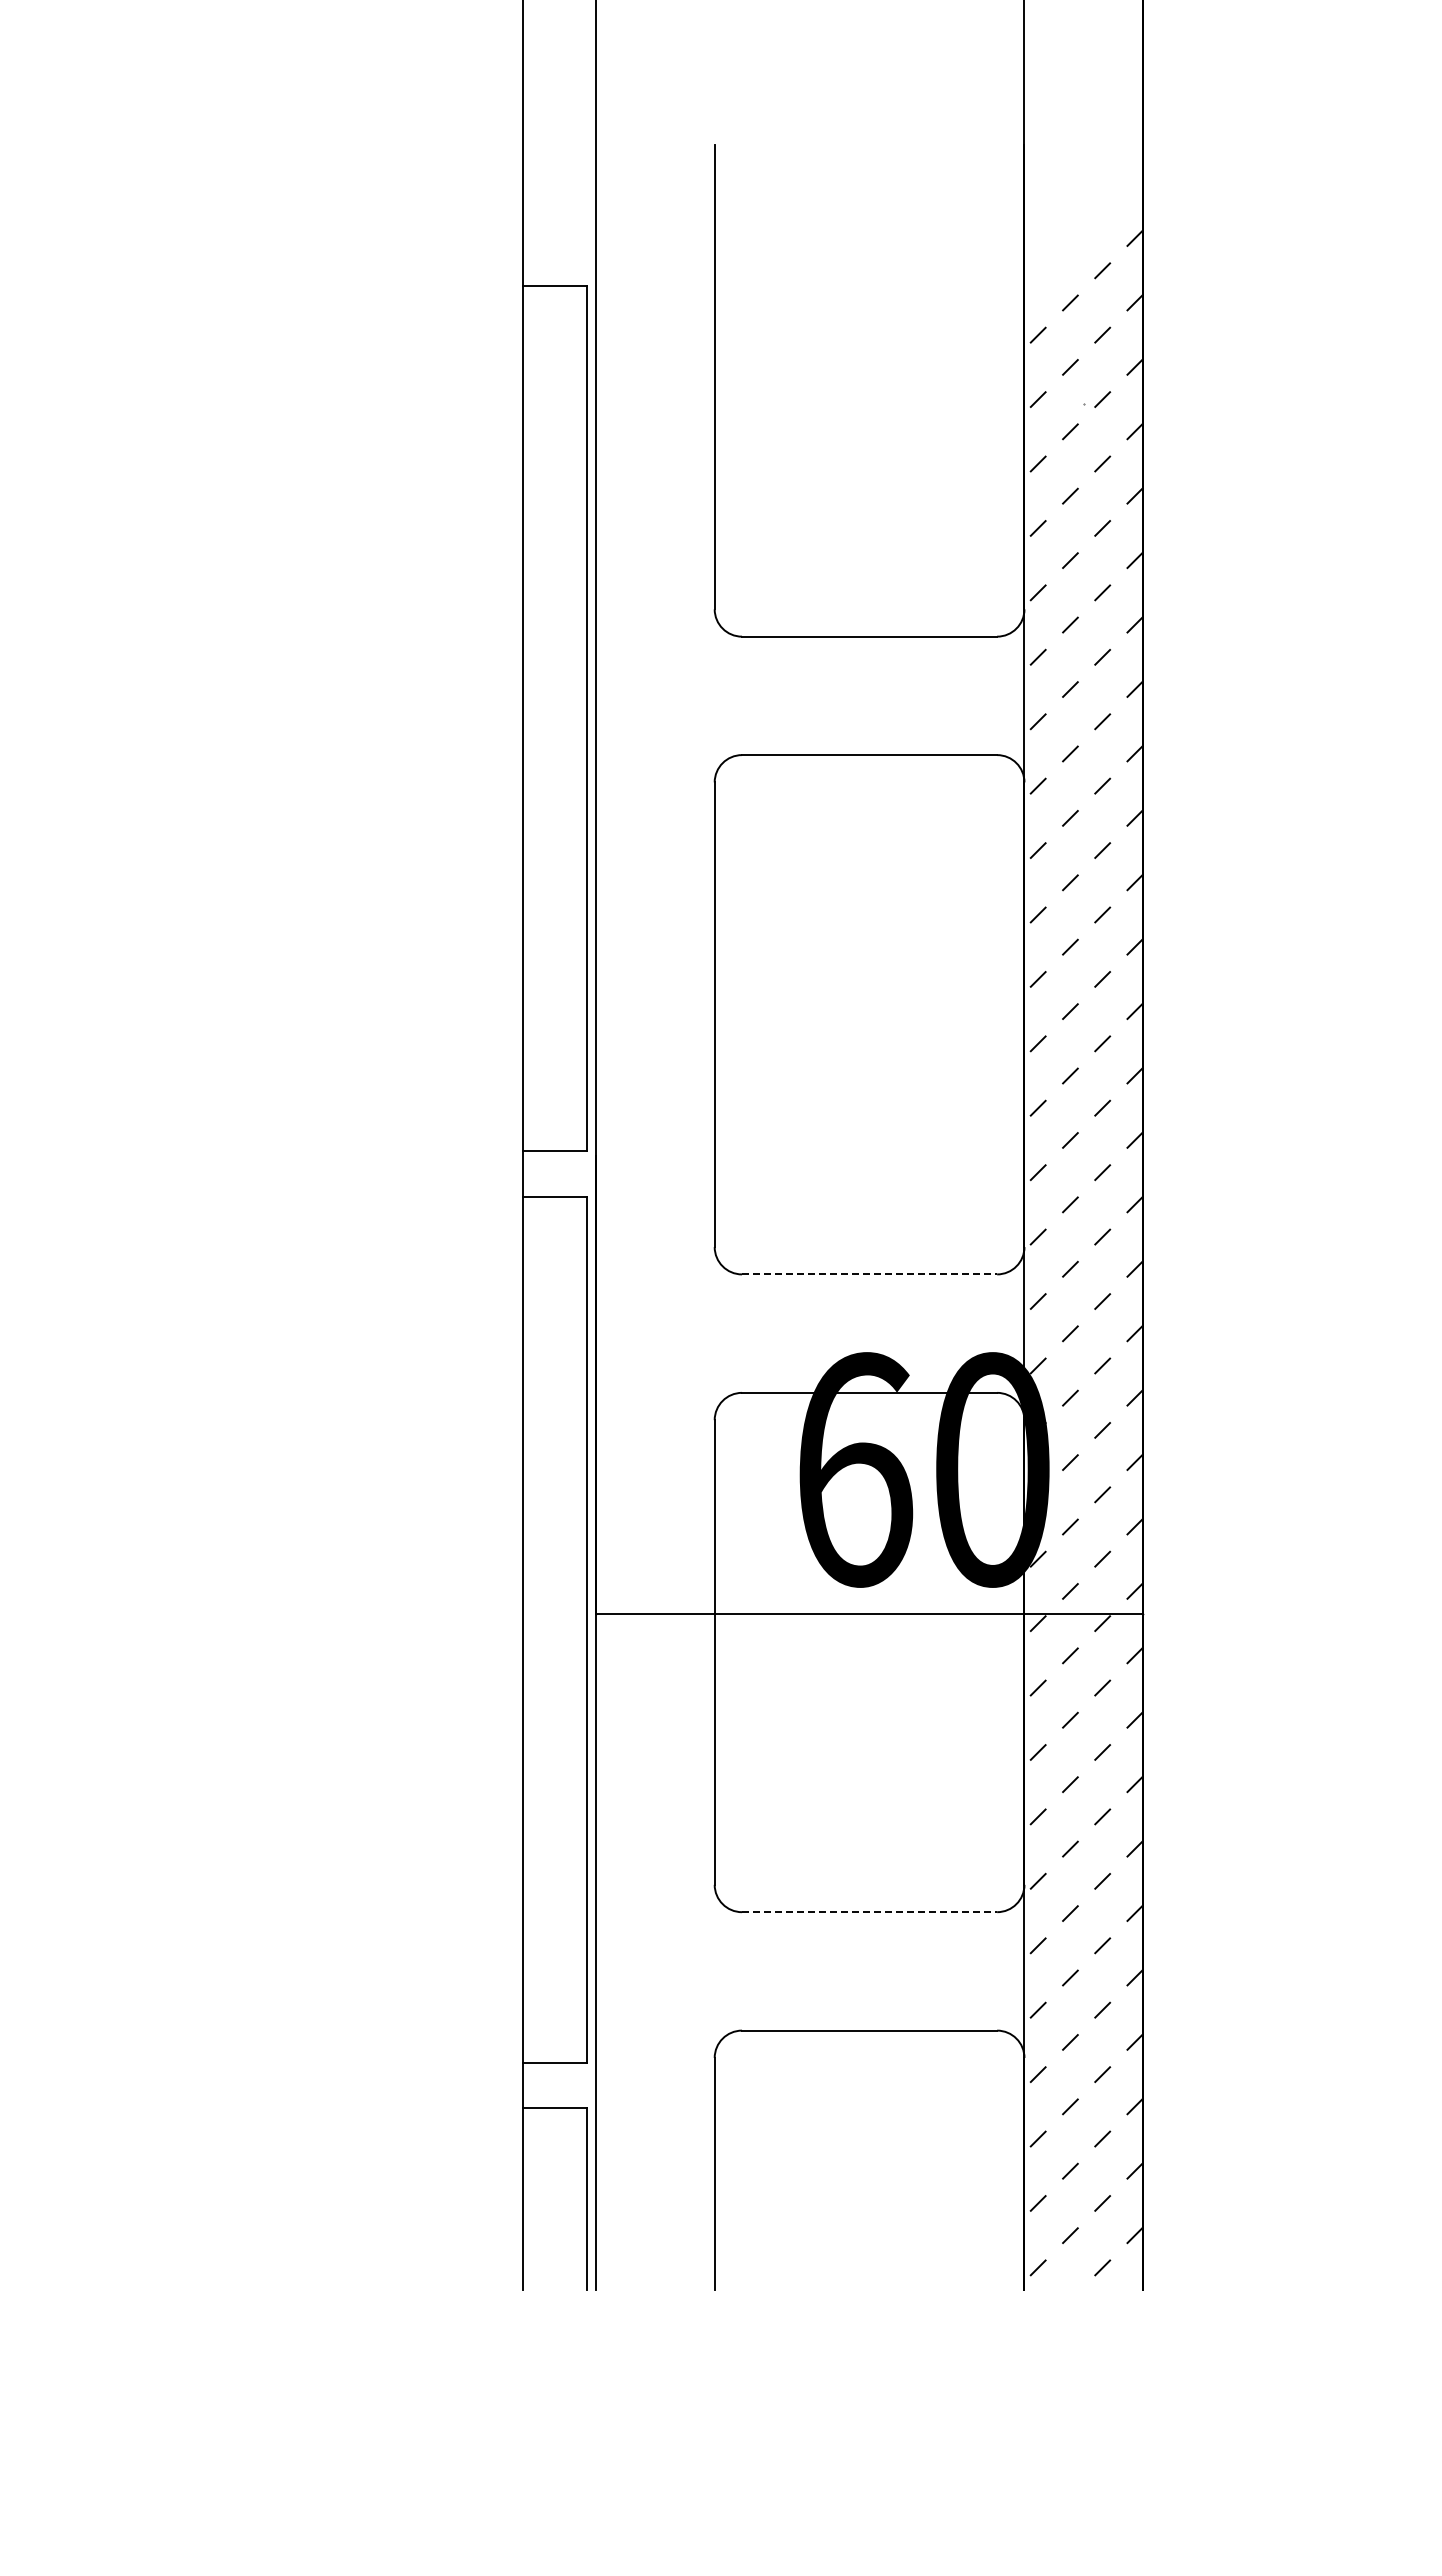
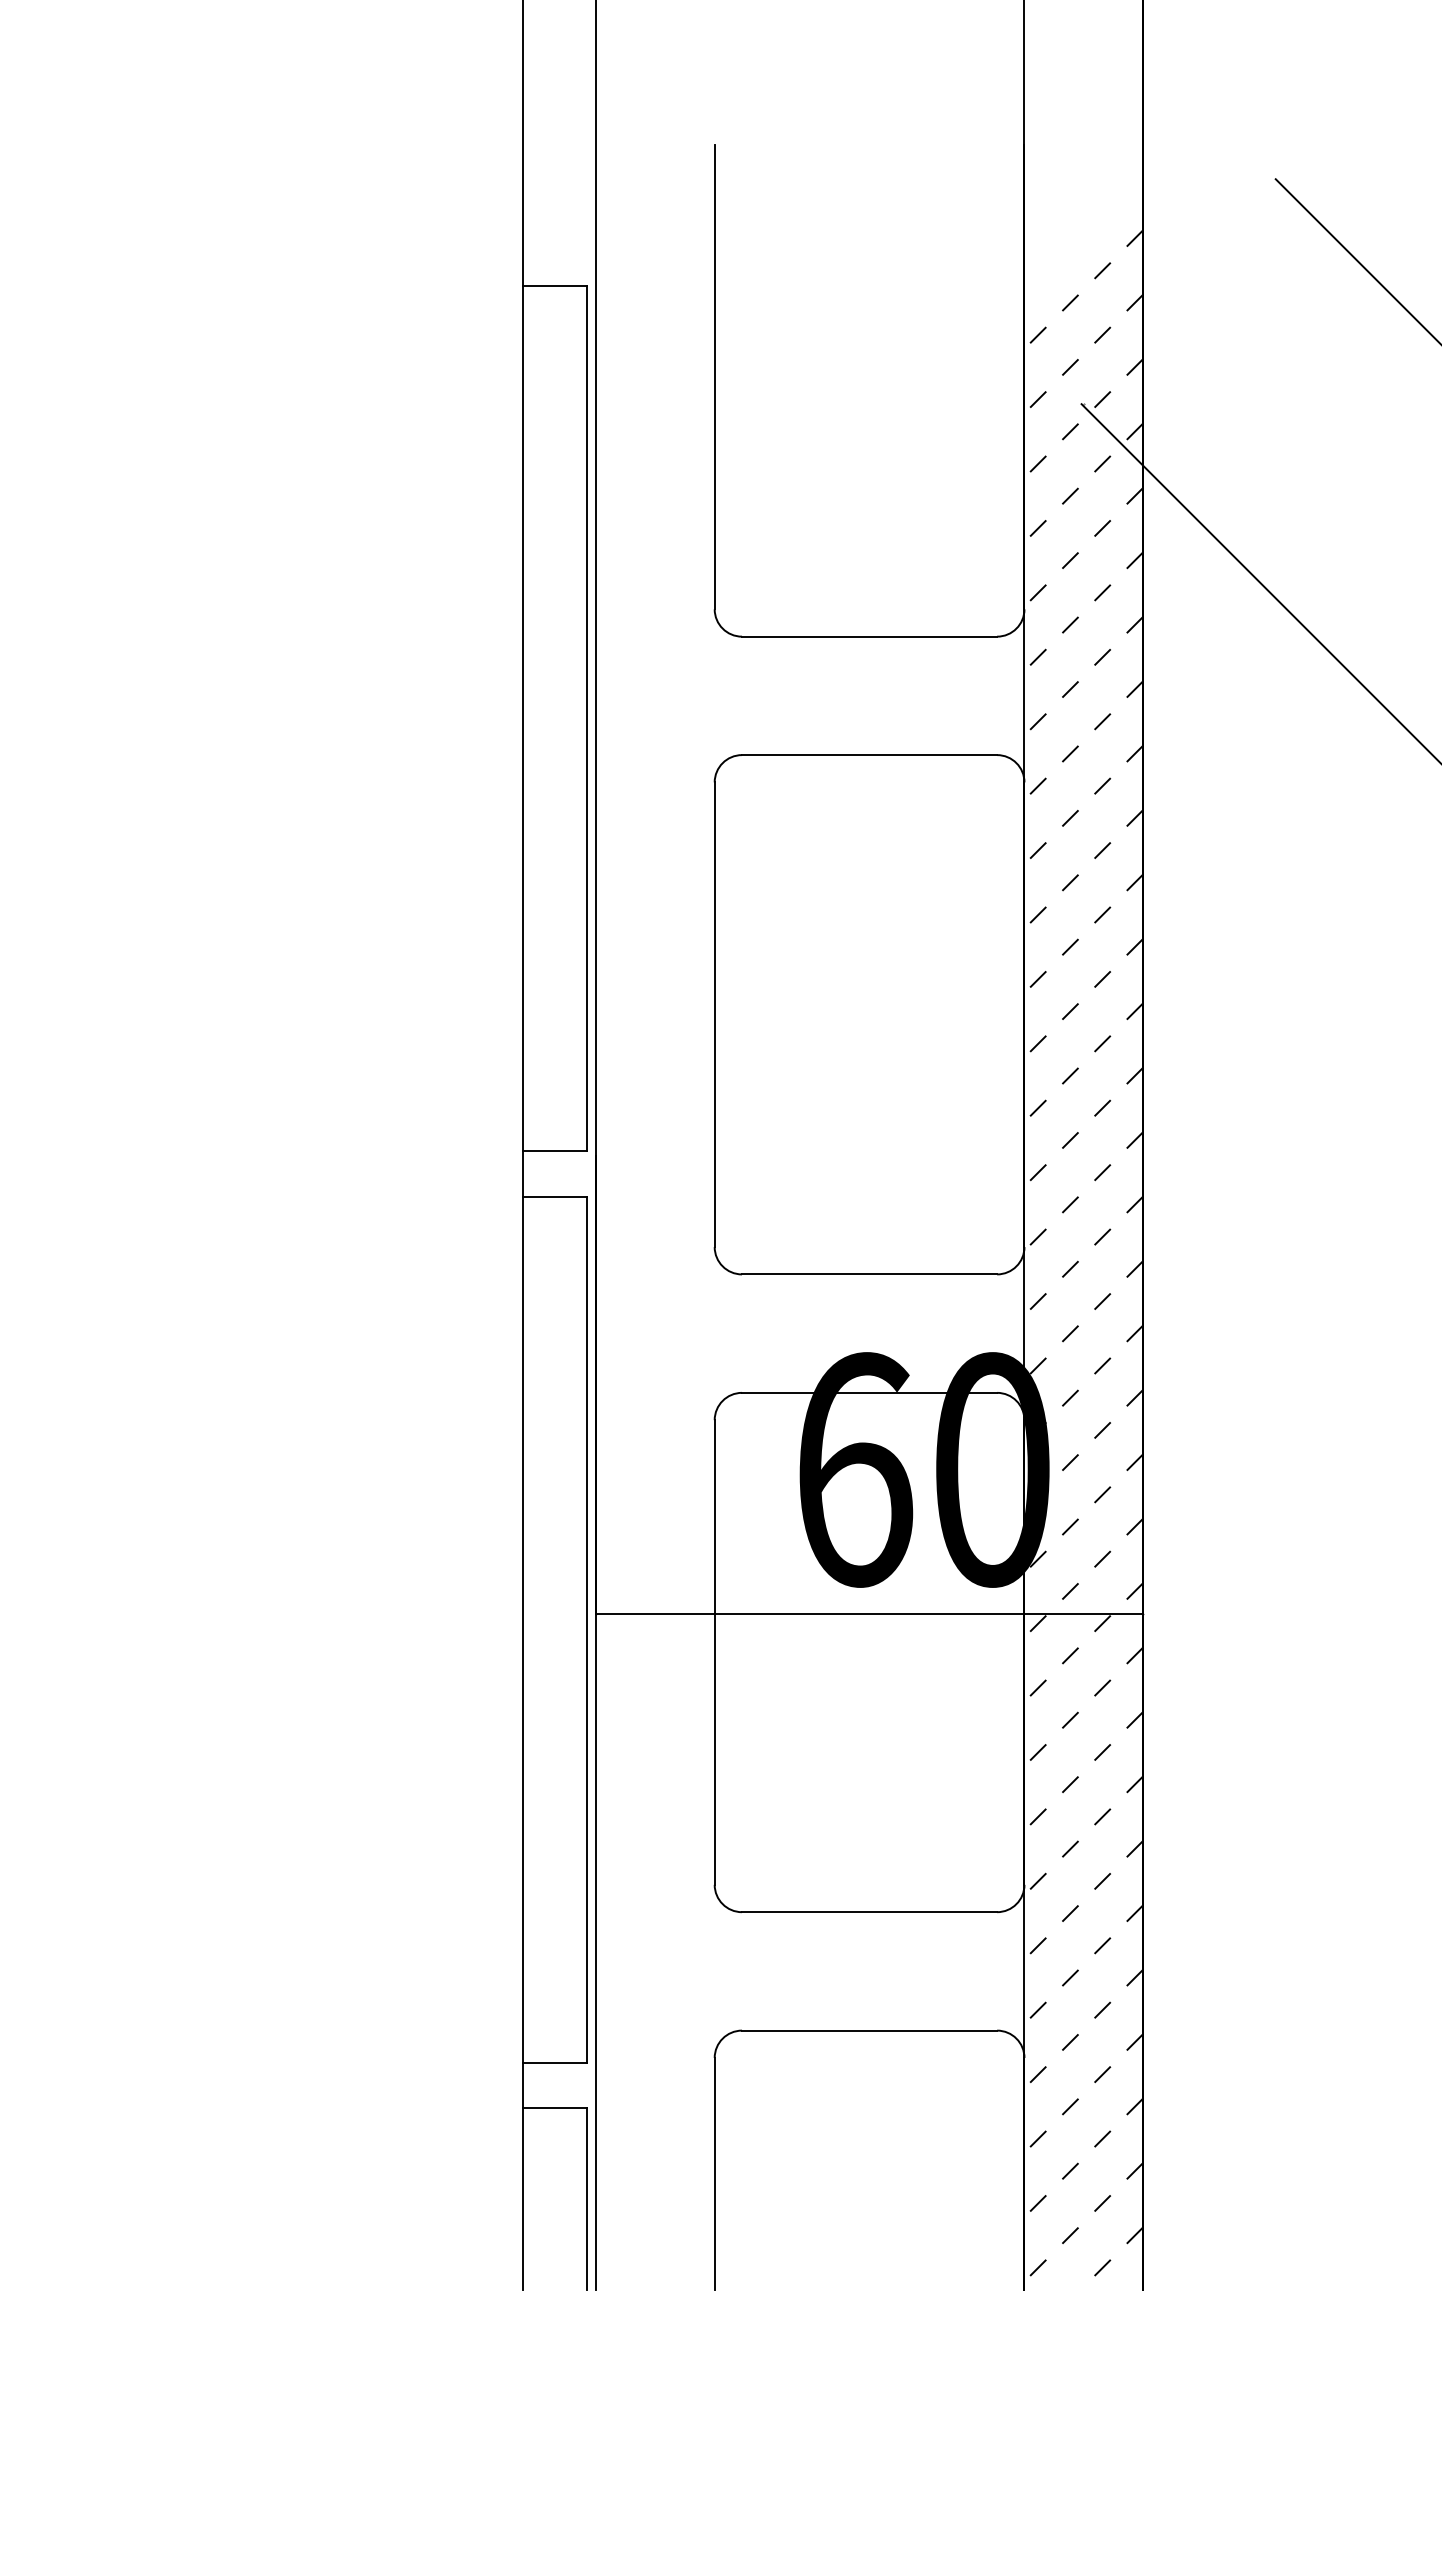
line at (1356, 260): none -> present
line at (1259, 582): none -> present
line at (869, 1274): dashed -> solid
line at (869, 1912): dashed -> solid
